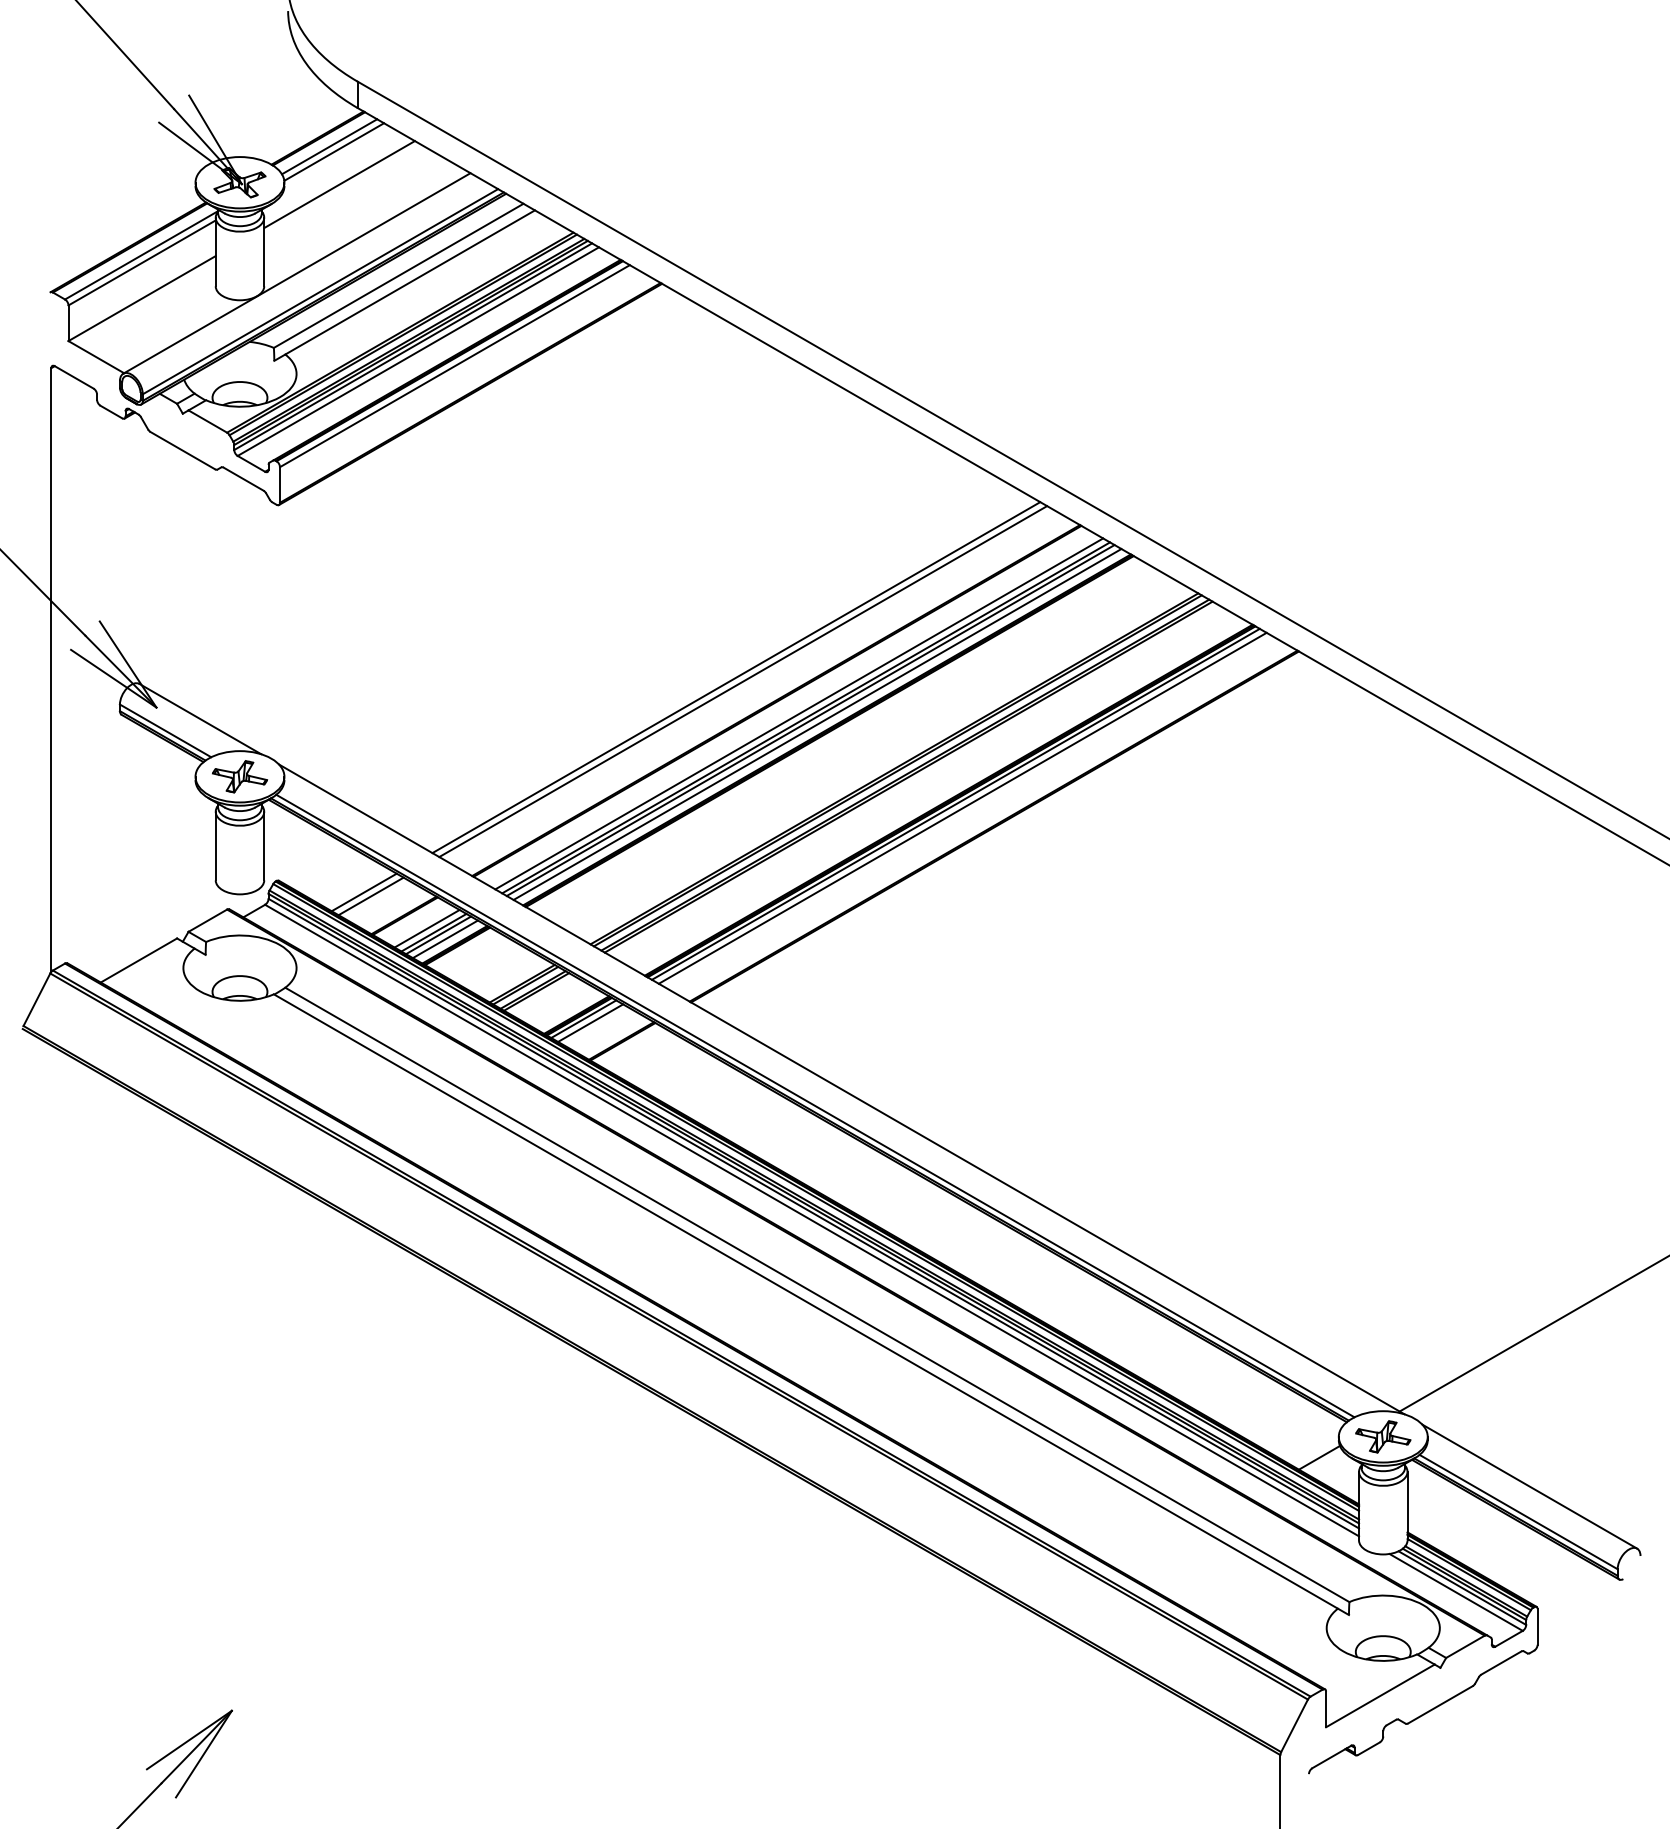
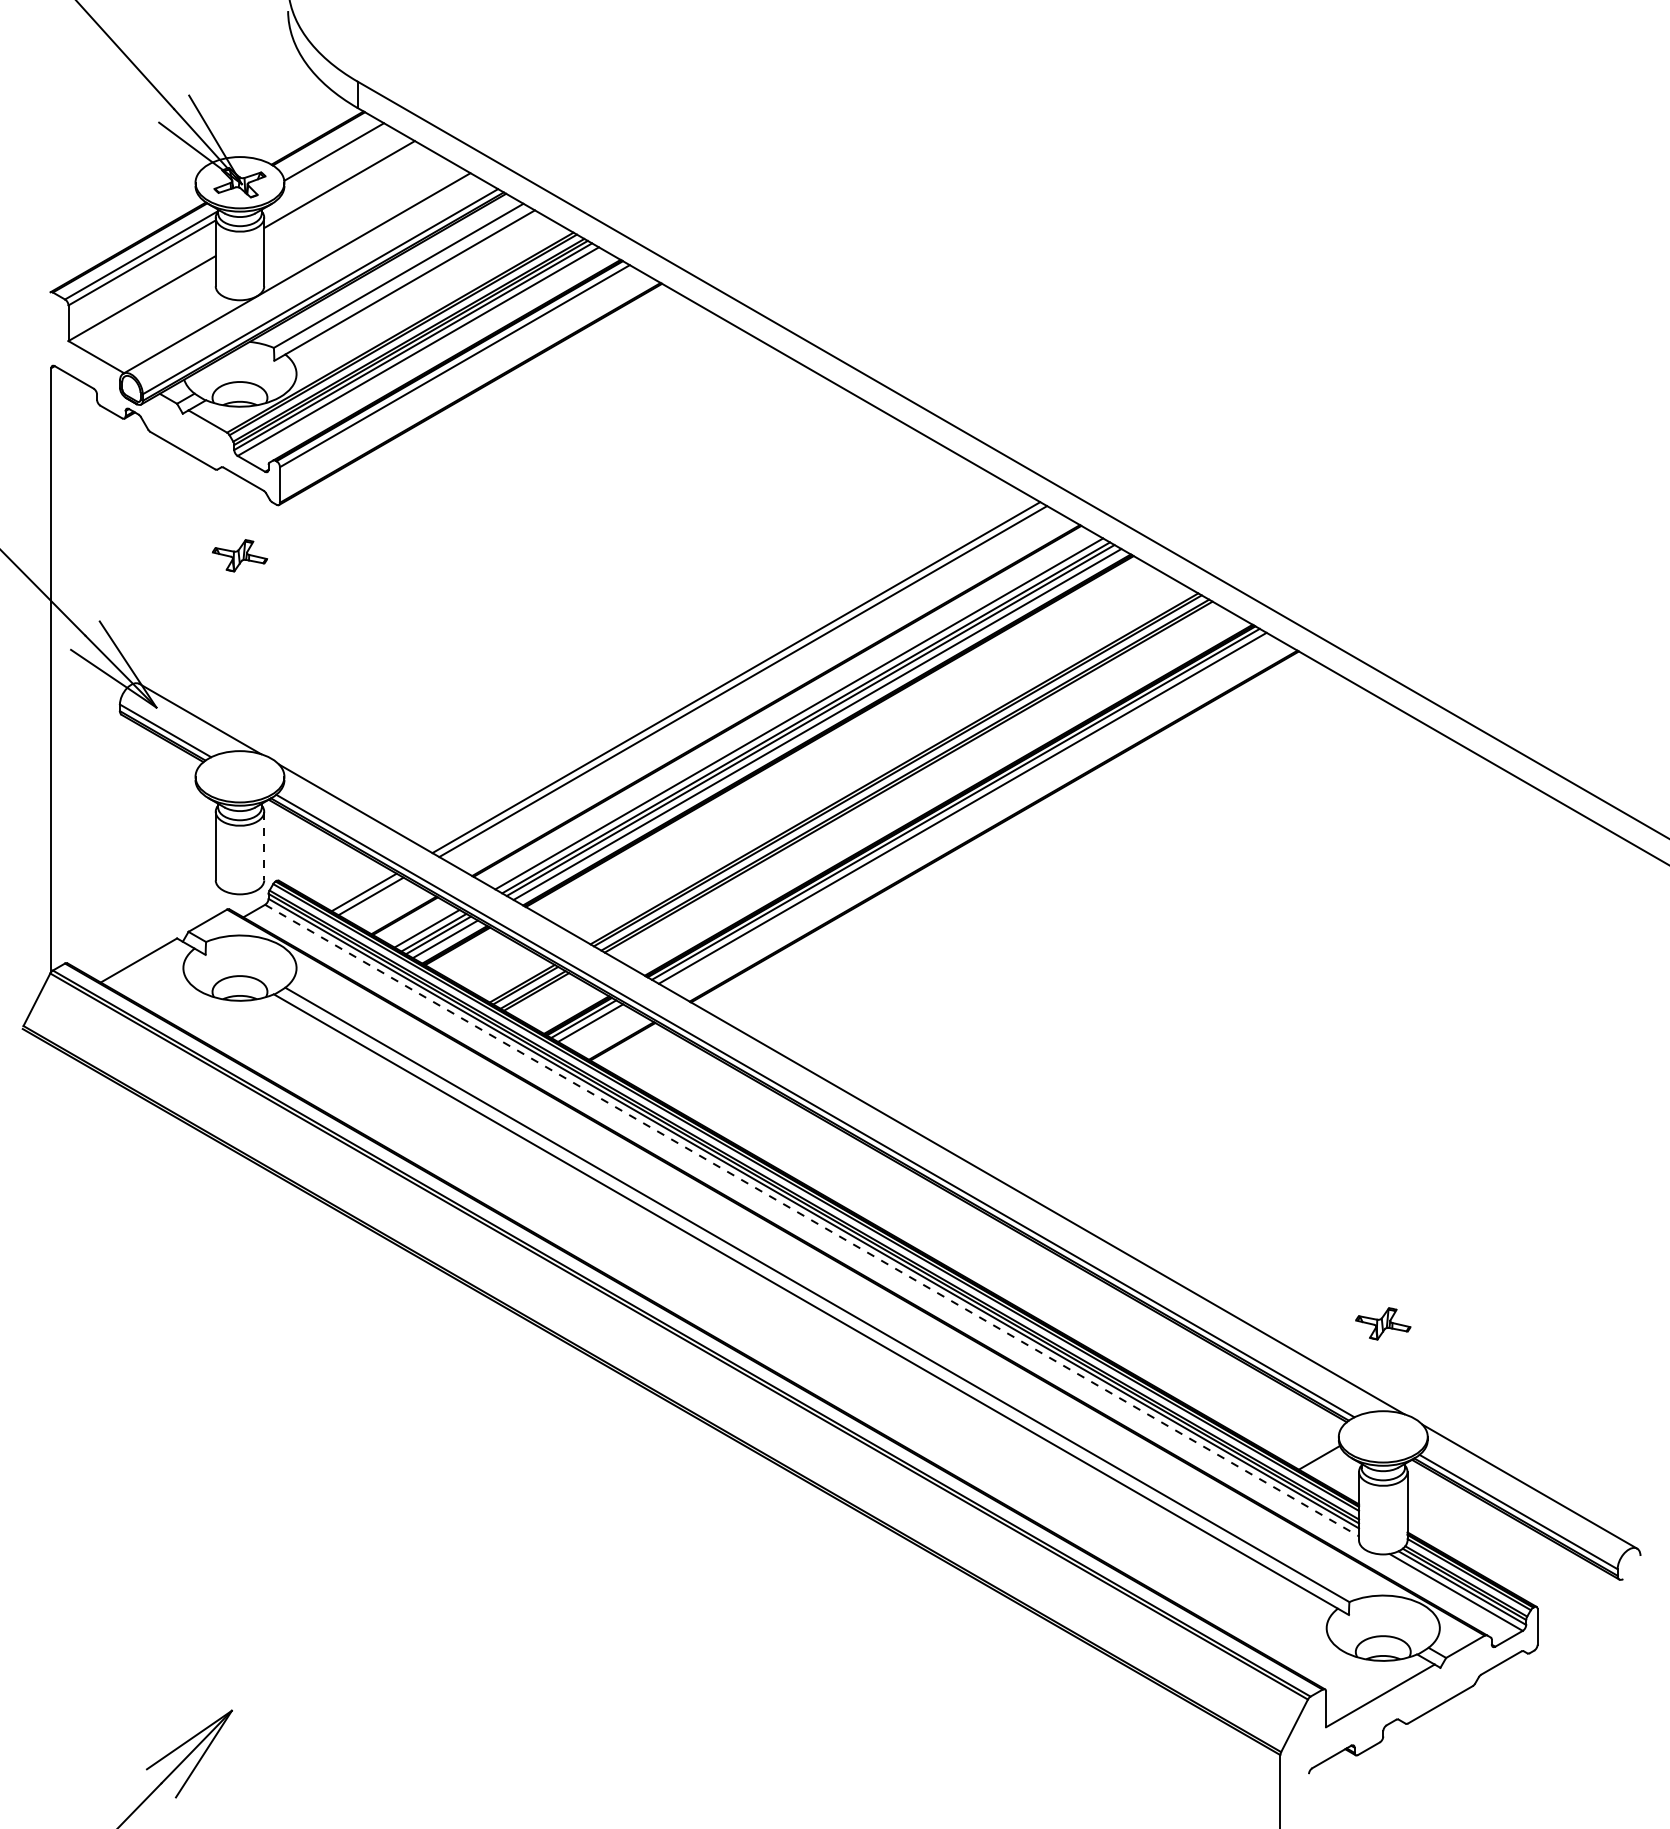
line at (329, 146): present -> none
part at (240, 776) position: (240, 776) -> (240, 555)
line at (264, 846): solid -> dashed
line at (812, 1220): solid -> dashed
line at (1532, 1334): present -> none
part at (1383, 1436) position: (1383, 1436) -> (1383, 1323)
